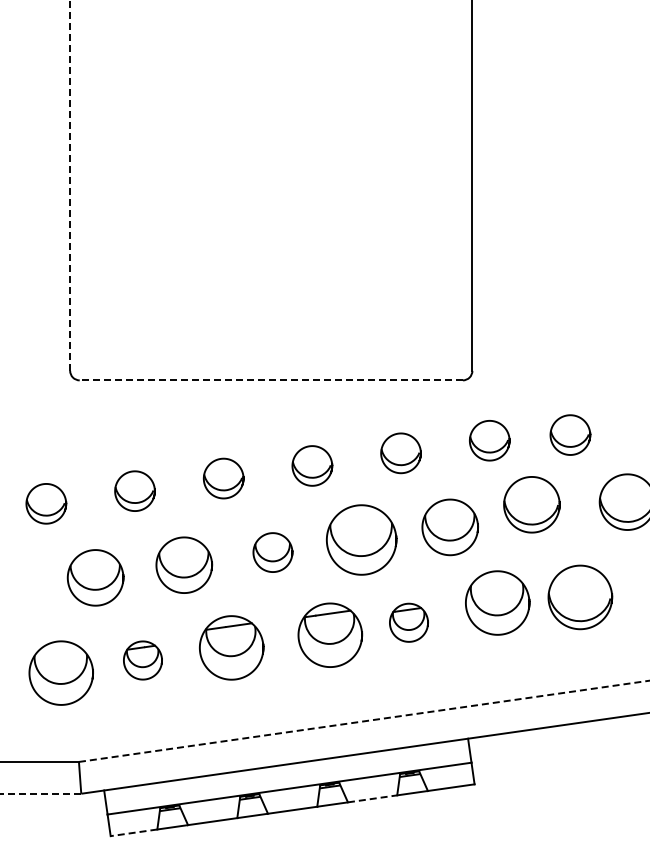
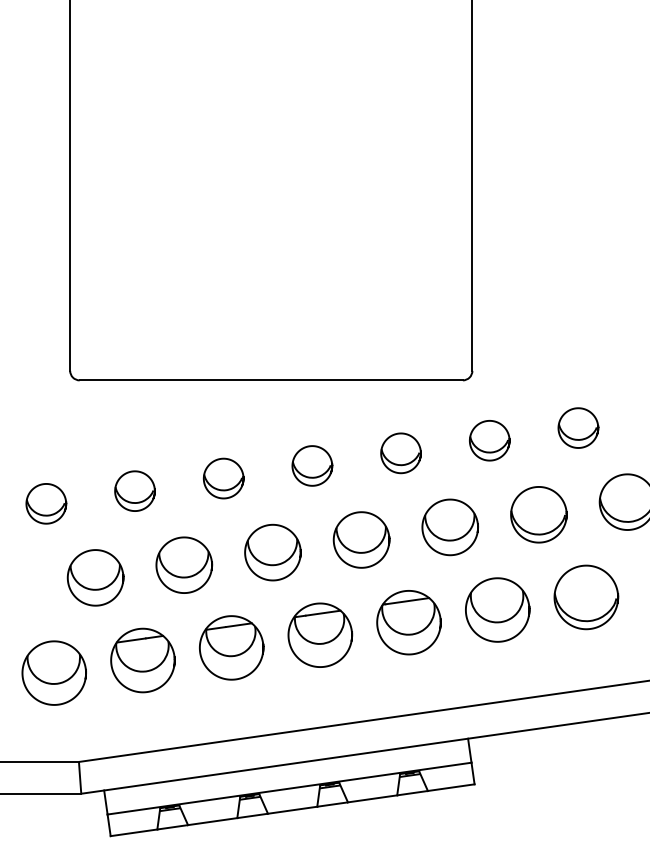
line at (70, 185): dashed -> solid
line at (271, 380): dashed -> solid
part at (570, 434) position: (570, 434) -> (578, 427)
part at (531, 504) position: (531, 504) -> (538, 514)
part at (361, 539) size: 72x72 px -> 59x58 px
part at (272, 552) size: 42x41 px -> 58x59 px
part at (580, 597) position: (580, 597) -> (586, 597)
part at (497, 602) position: (497, 602) -> (497, 609)
part at (408, 622) size: 40x41 px -> 66x66 px
part at (330, 634) position: (330, 634) -> (320, 634)
part at (142, 660) size: 40x41 px -> 66x67 px
part at (60, 672) position: (60, 672) -> (53, 672)
line at (364, 721): dashed -> solid
line at (40, 793): dashed -> solid
line at (372, 798): dashed -> solid
line at (134, 832): dashed -> solid
